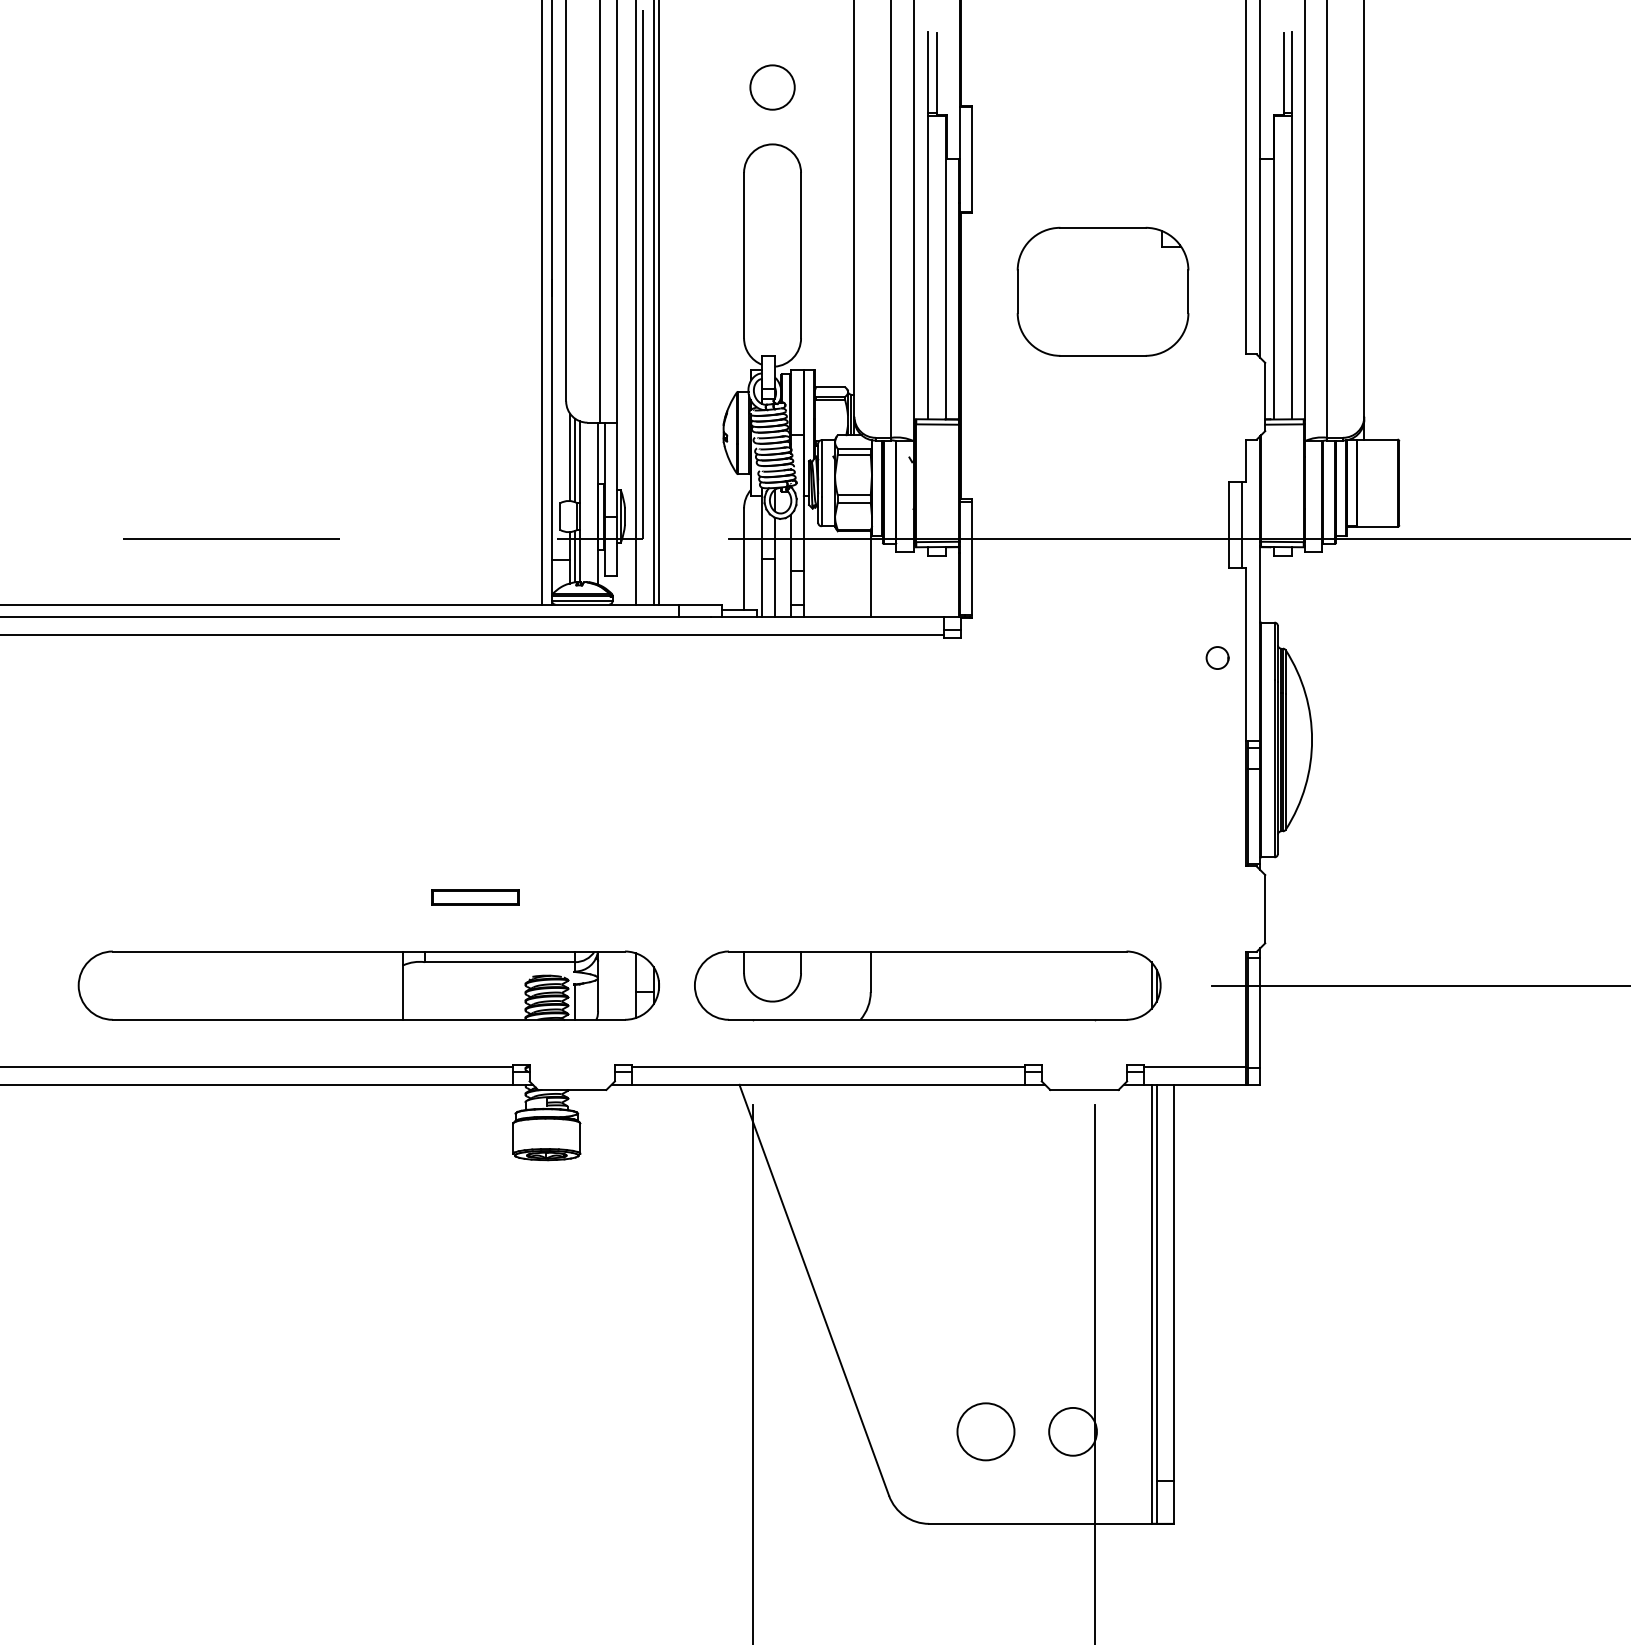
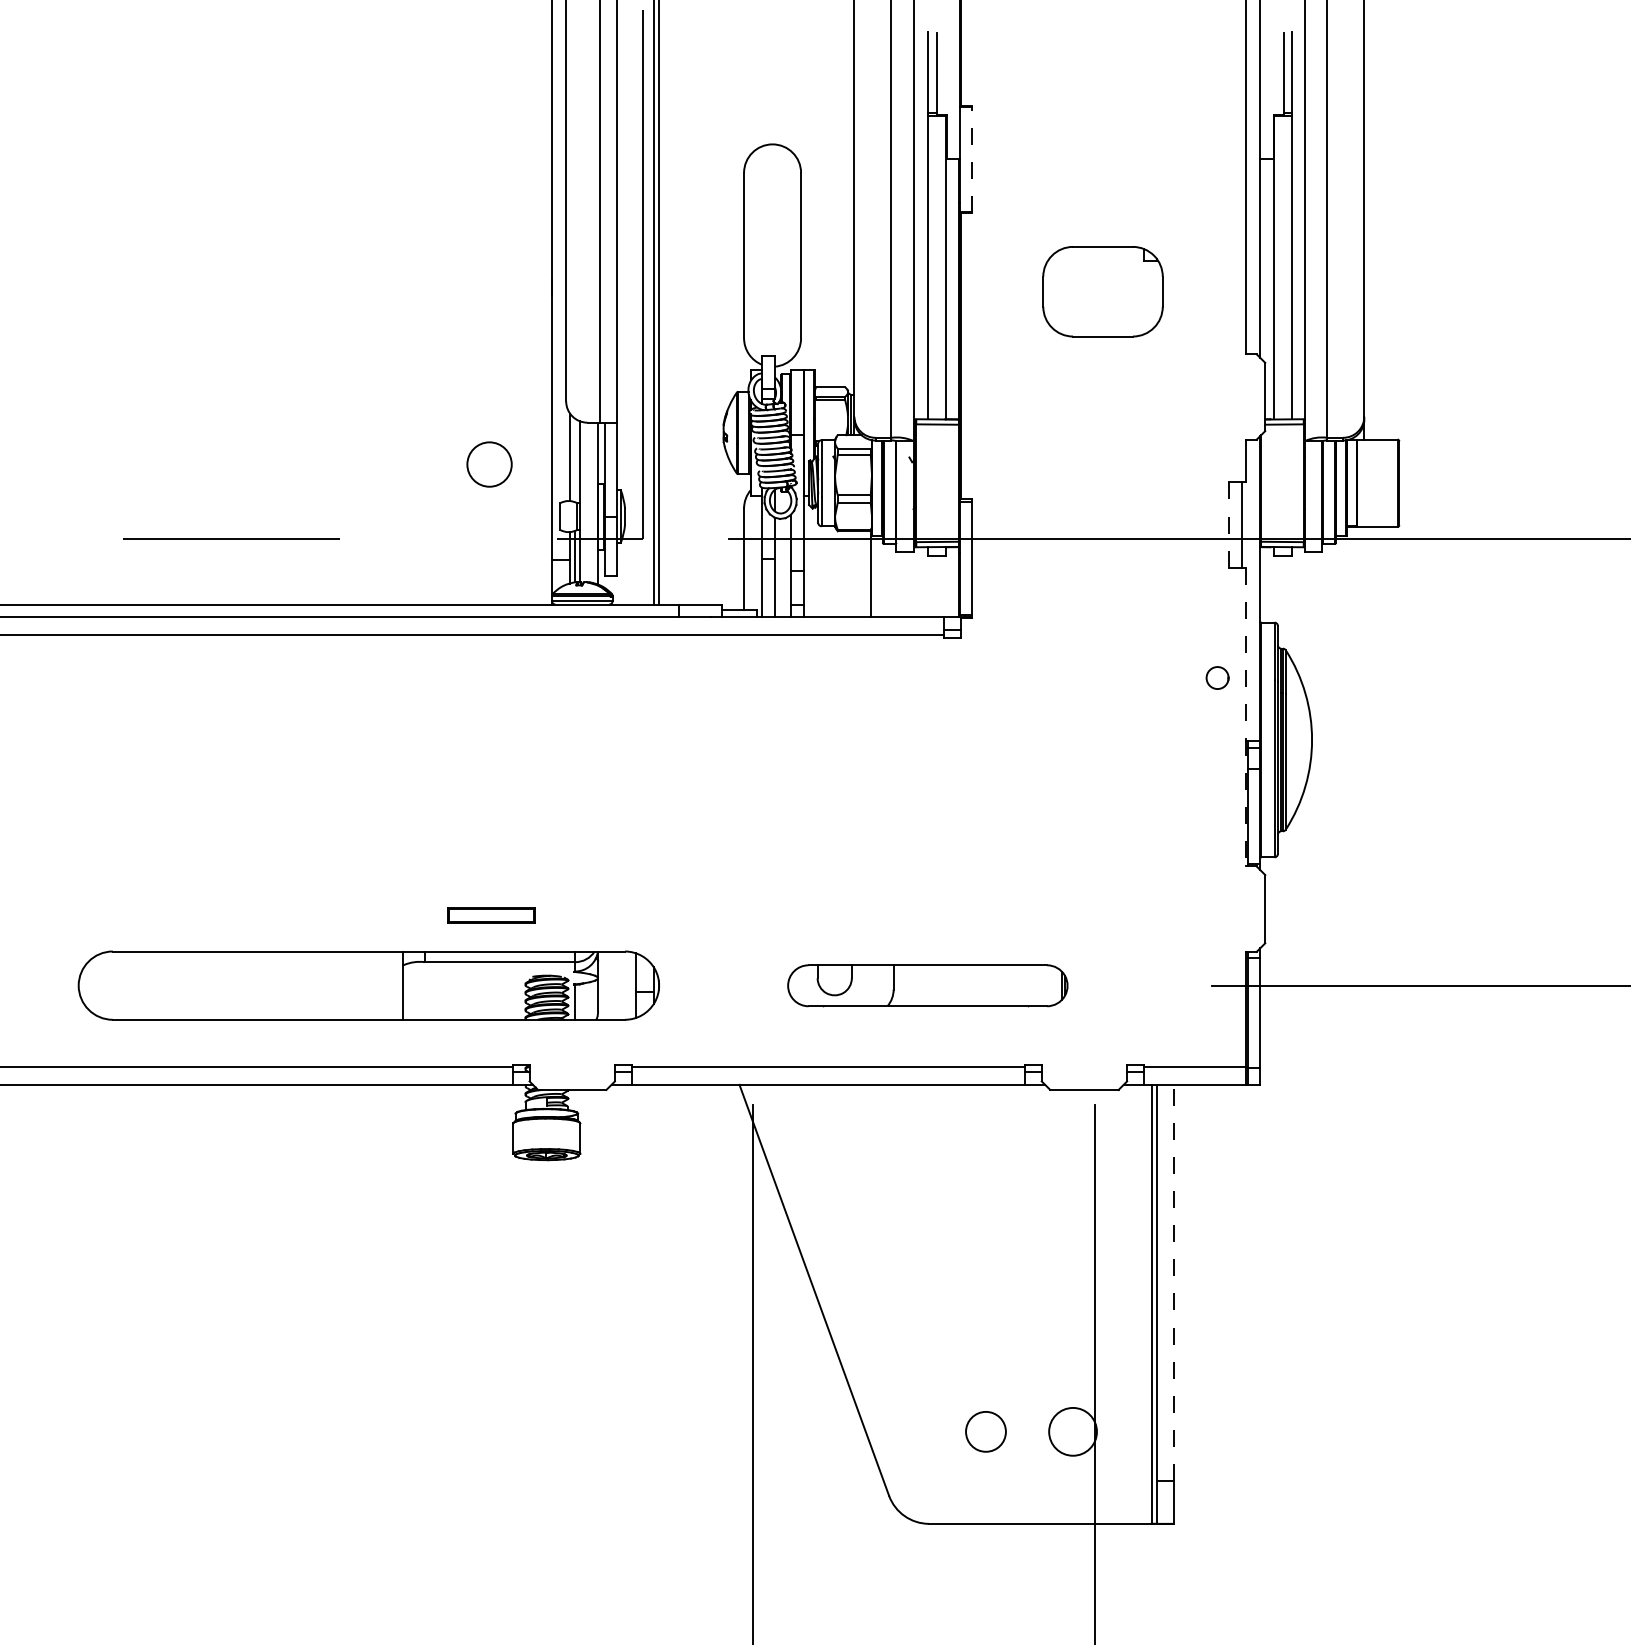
circle at (772, 87) position: (772, 87) -> (489, 464)
line at (972, 159): solid -> dashed
part at (1102, 291) size: 174x131 px -> 122x92 px
line at (542, 303): present -> none
line at (636, 303): present -> none
line at (575, 460): present -> none
line at (1229, 525): solid -> dashed
circle at (1217, 657) position: (1217, 657) -> (1217, 677)
line at (1246, 717): solid -> dashed
part at (475, 897) position: (475, 897) -> (491, 915)
part at (927, 985) size: 468x72 px -> 282x44 px
line at (1174, 1282): solid -> dashed
circle at (985, 1431) diameter: 57 px -> 40 px
